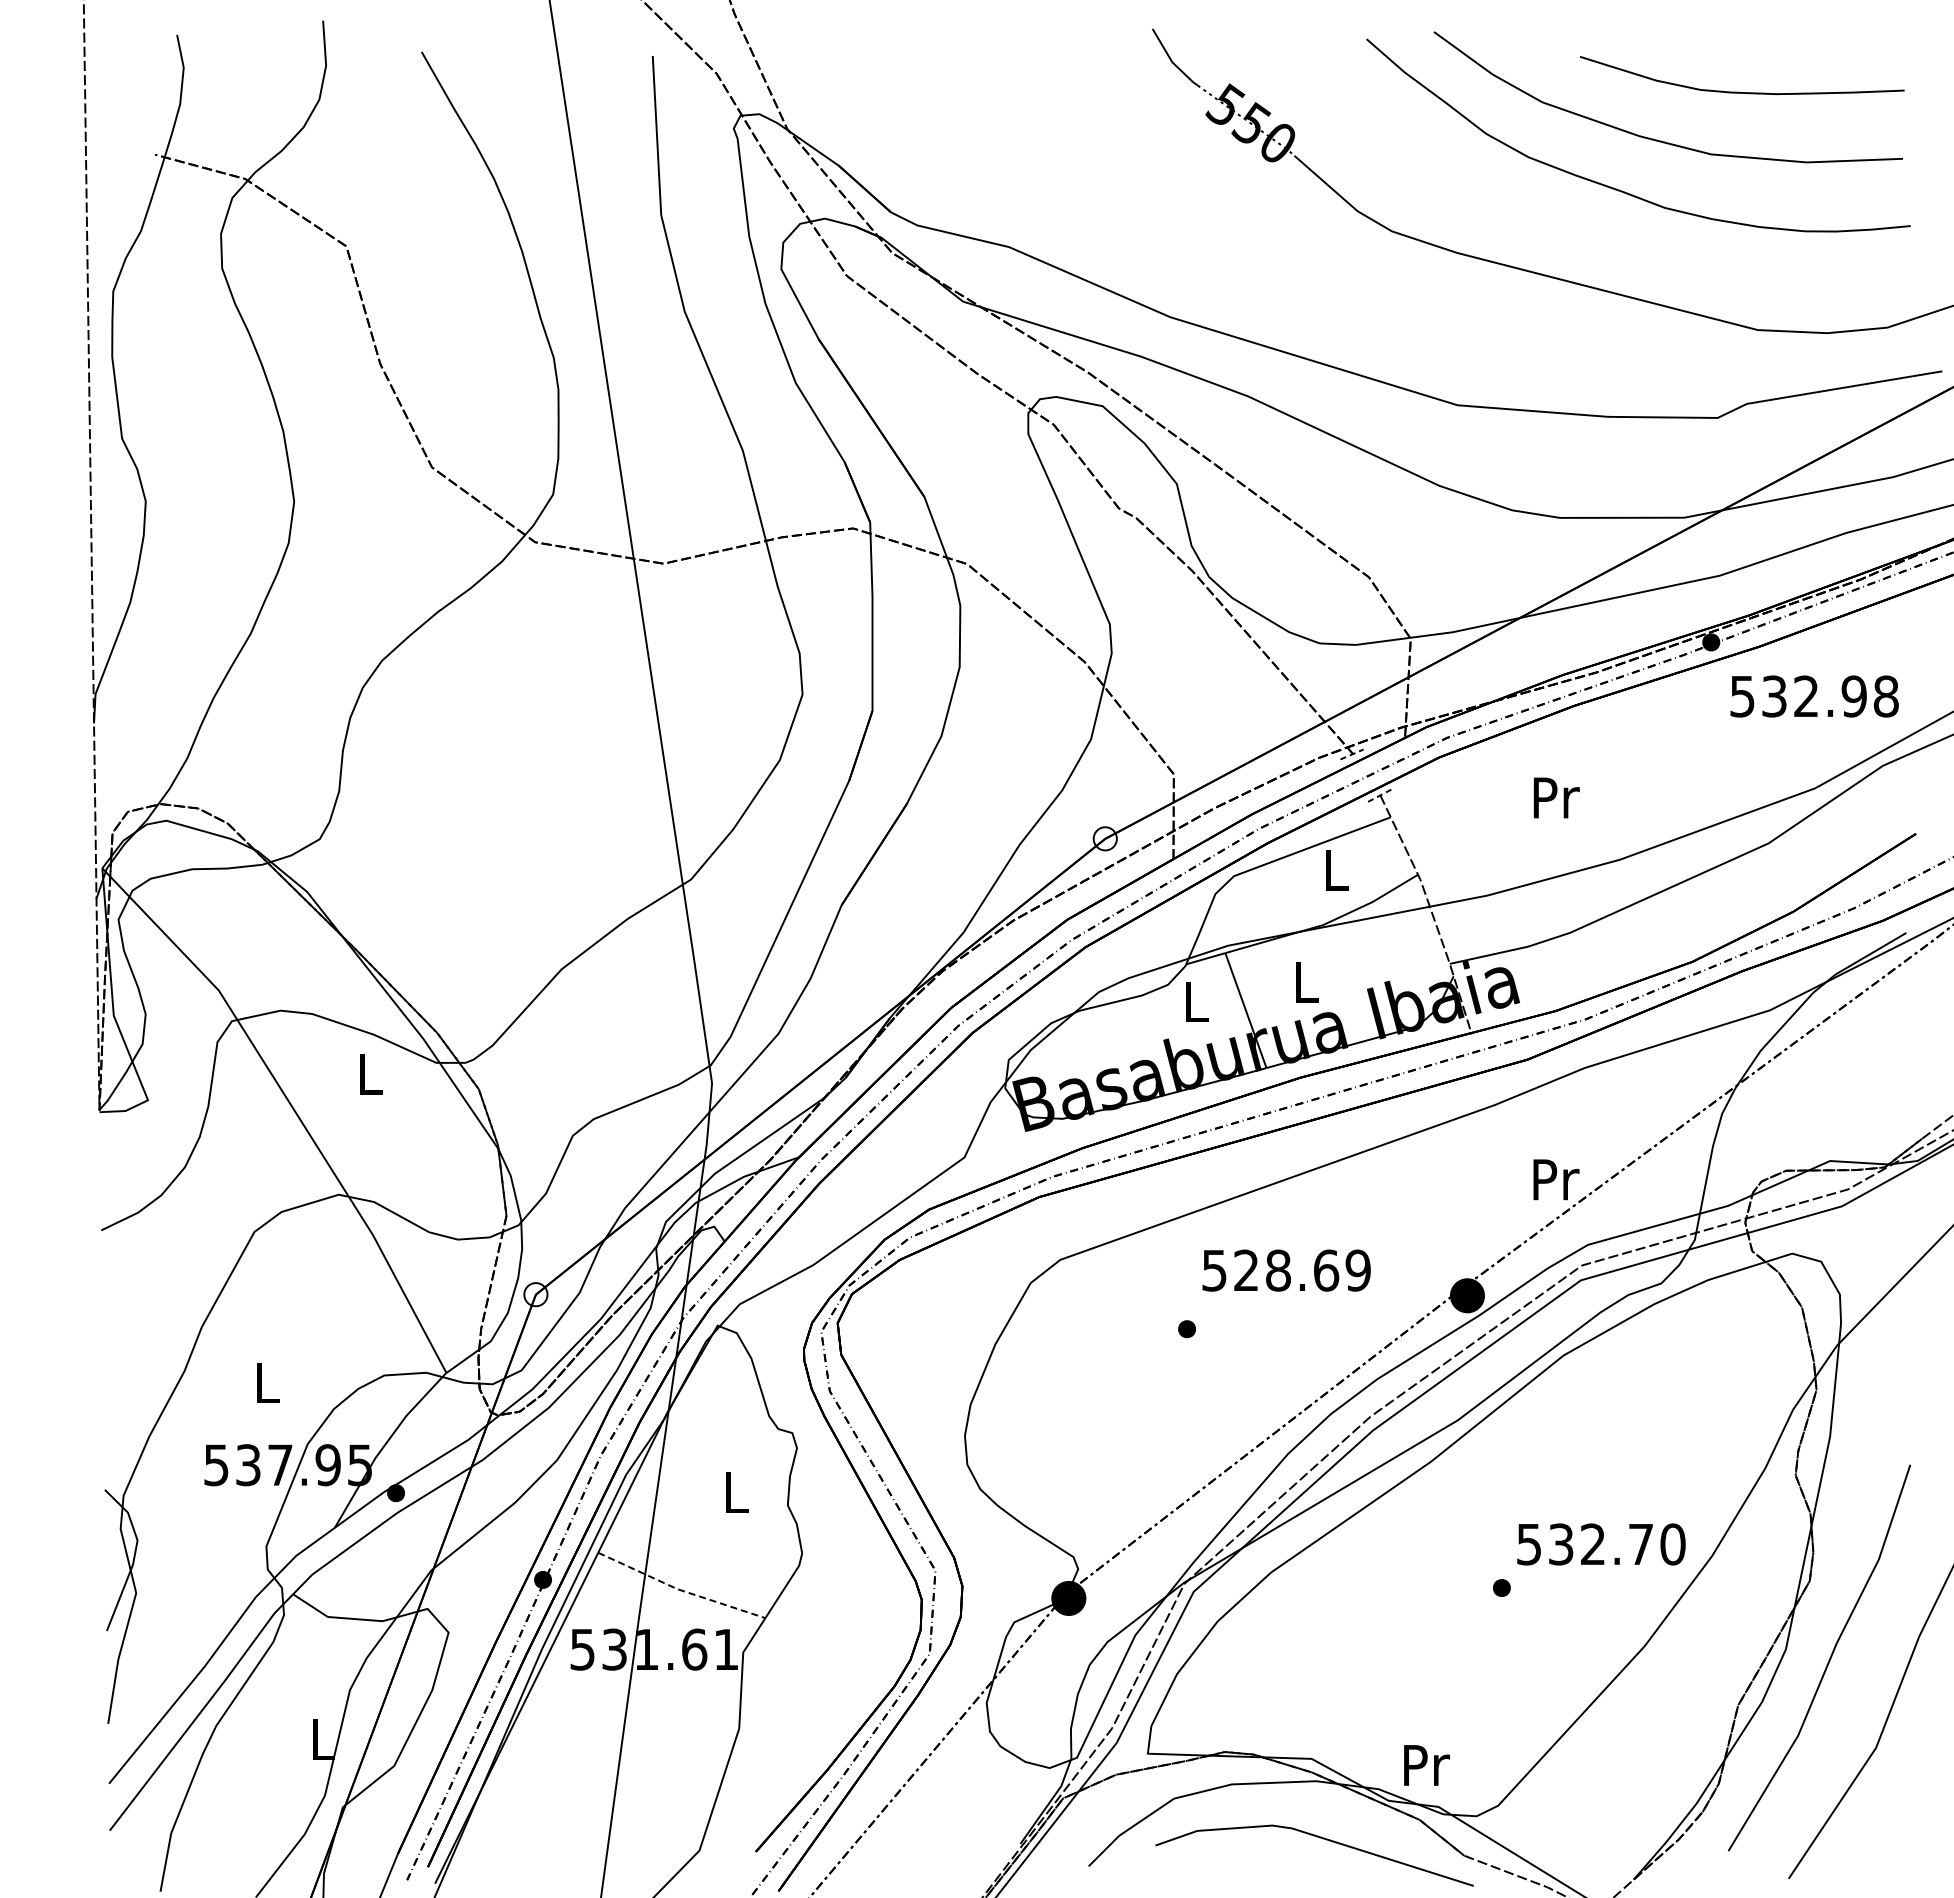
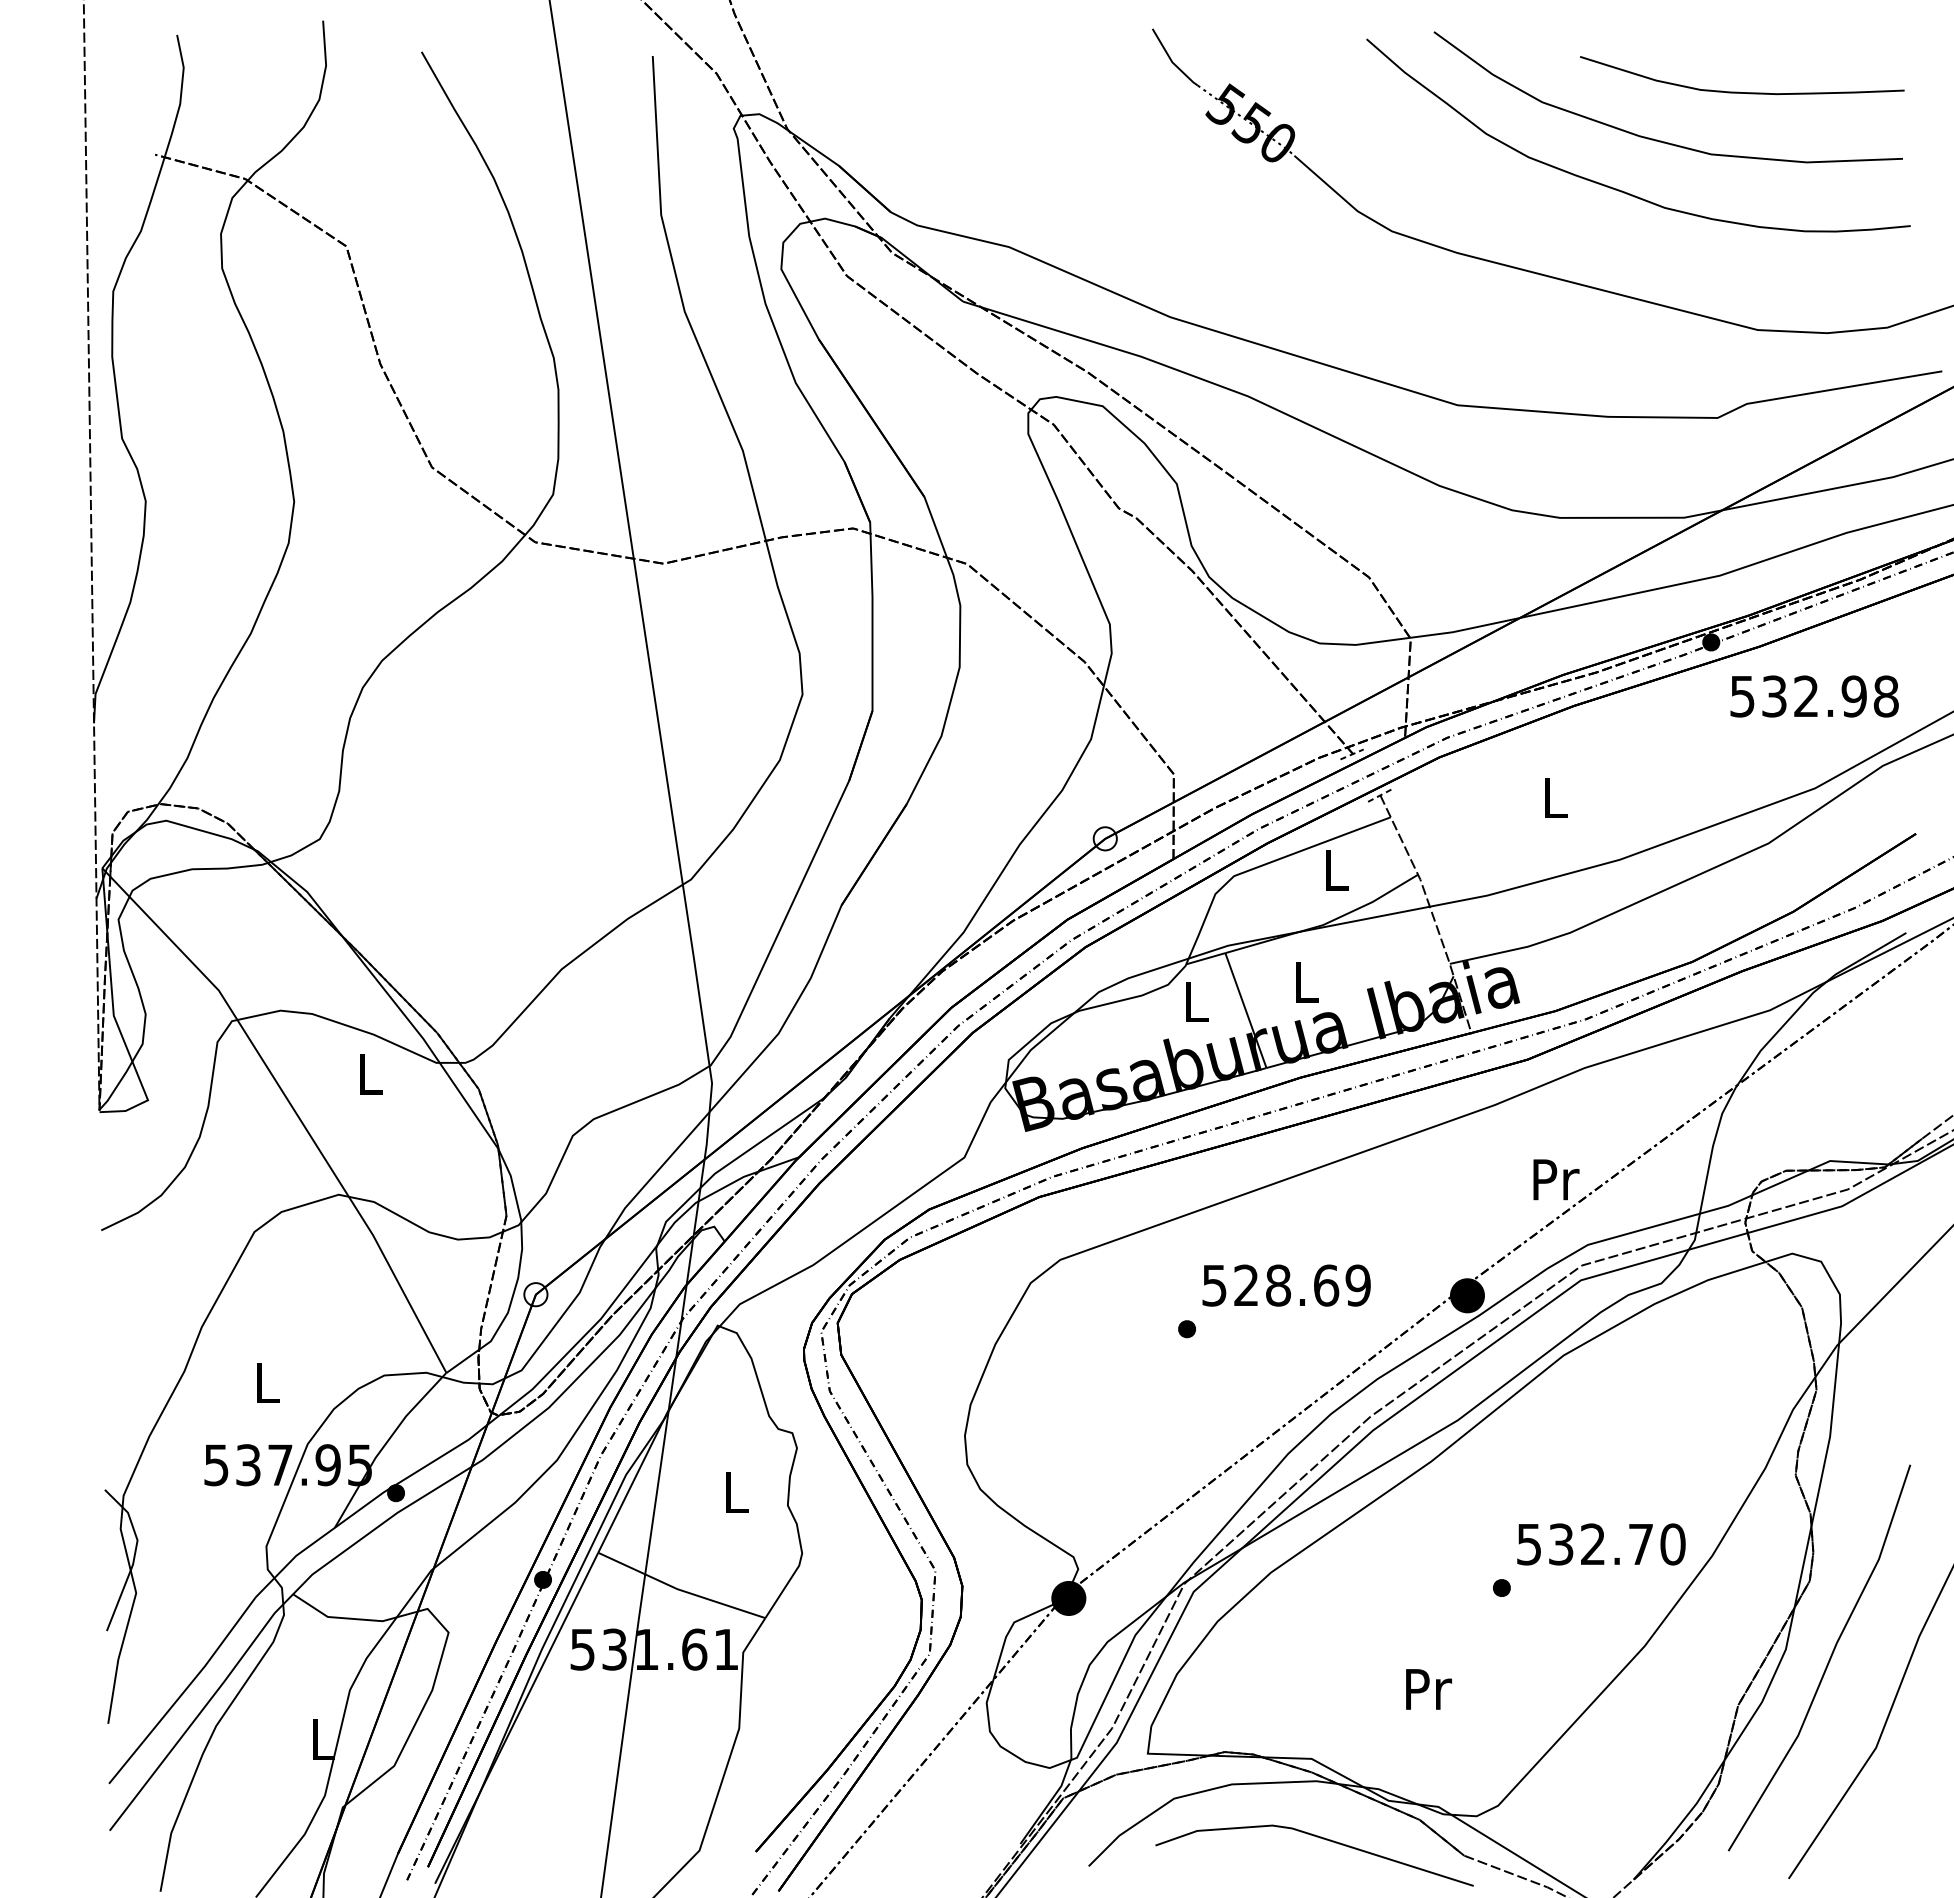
text at (1556, 797): Pr -> L
text at (1286, 1270) position: (1286, 1270) -> (1286, 1285)
line at (679, 1589): dashed -> solid
text at (1426, 1765) position: (1426, 1765) -> (1428, 1689)
